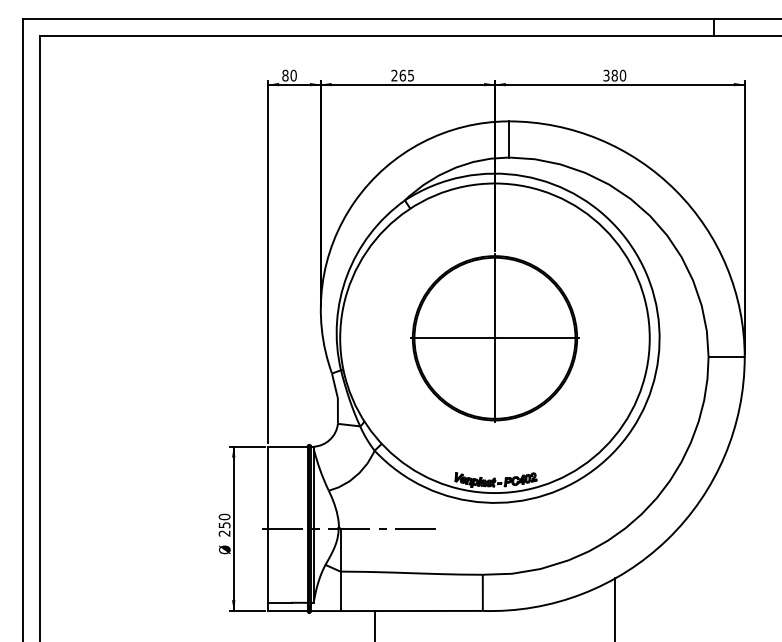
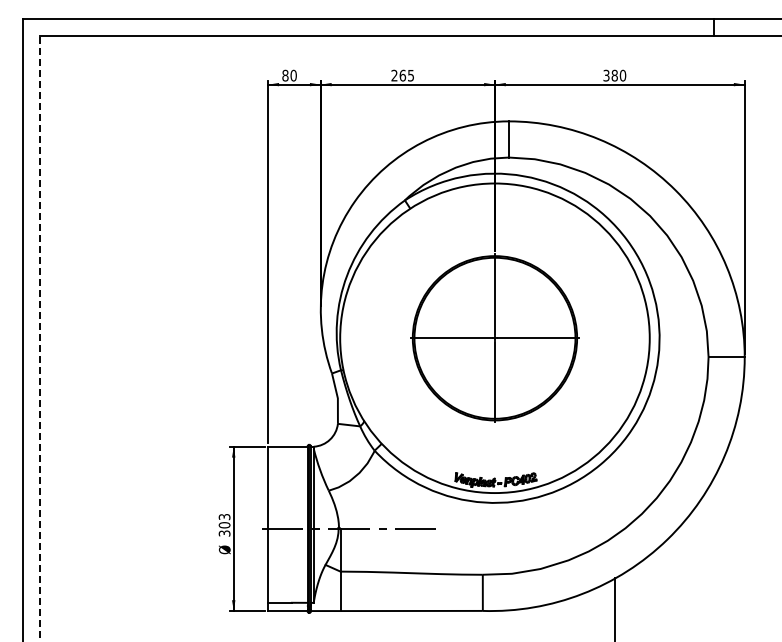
line at (39, 338): solid -> dashed
text at (224, 524): 250 -> 303
line at (375, 624): present -> none
